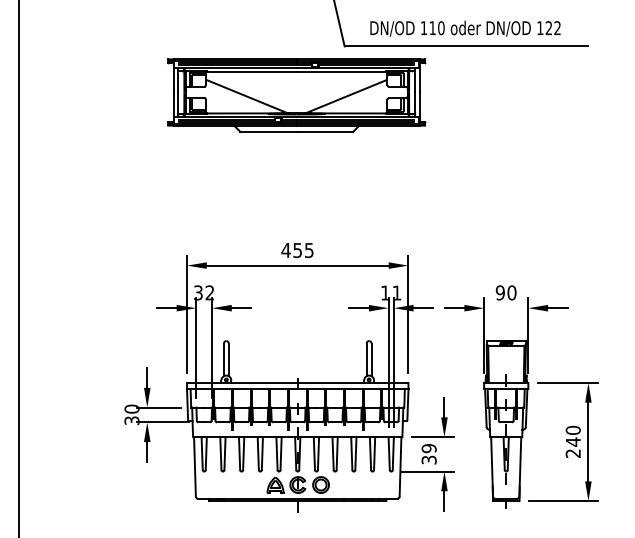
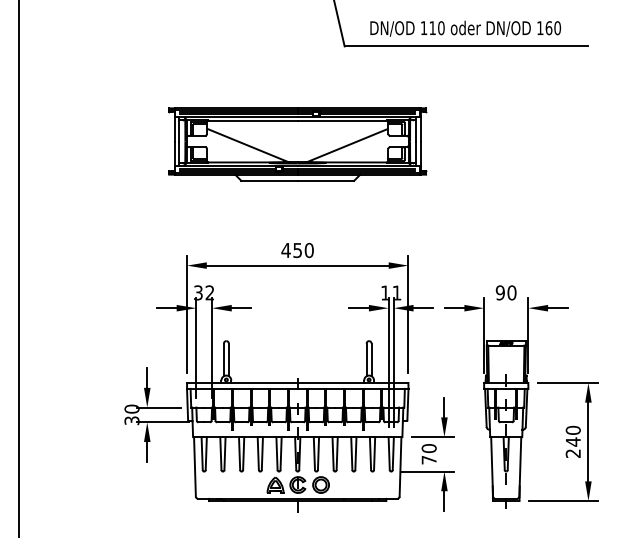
text at (553, 28): 122 -> 160
part at (296, 95) position: (296, 95) -> (297, 144)
text at (308, 250): 455 -> 450
text at (428, 454): 39 -> 70
